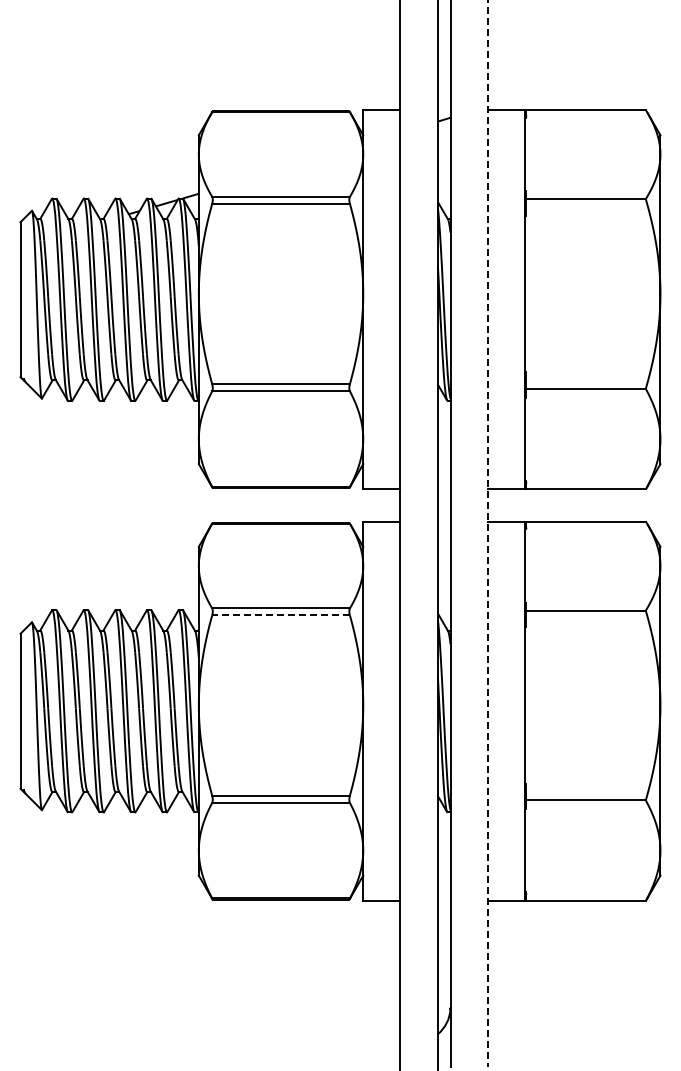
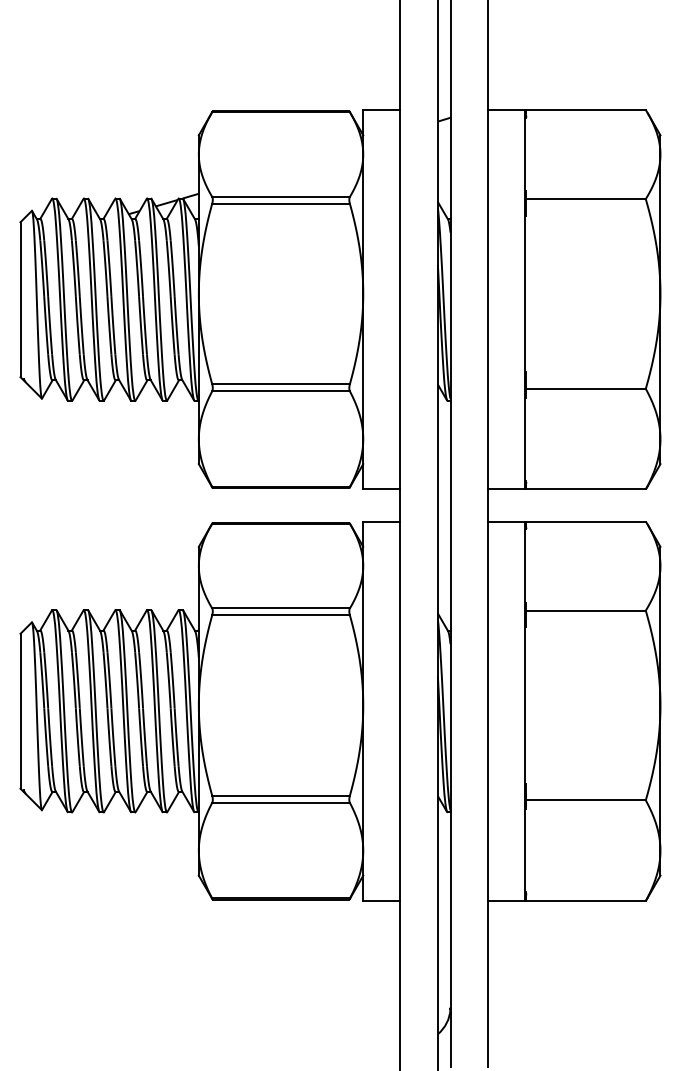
line at (488, 533): dashed -> solid
line at (281, 615): dashed -> solid
